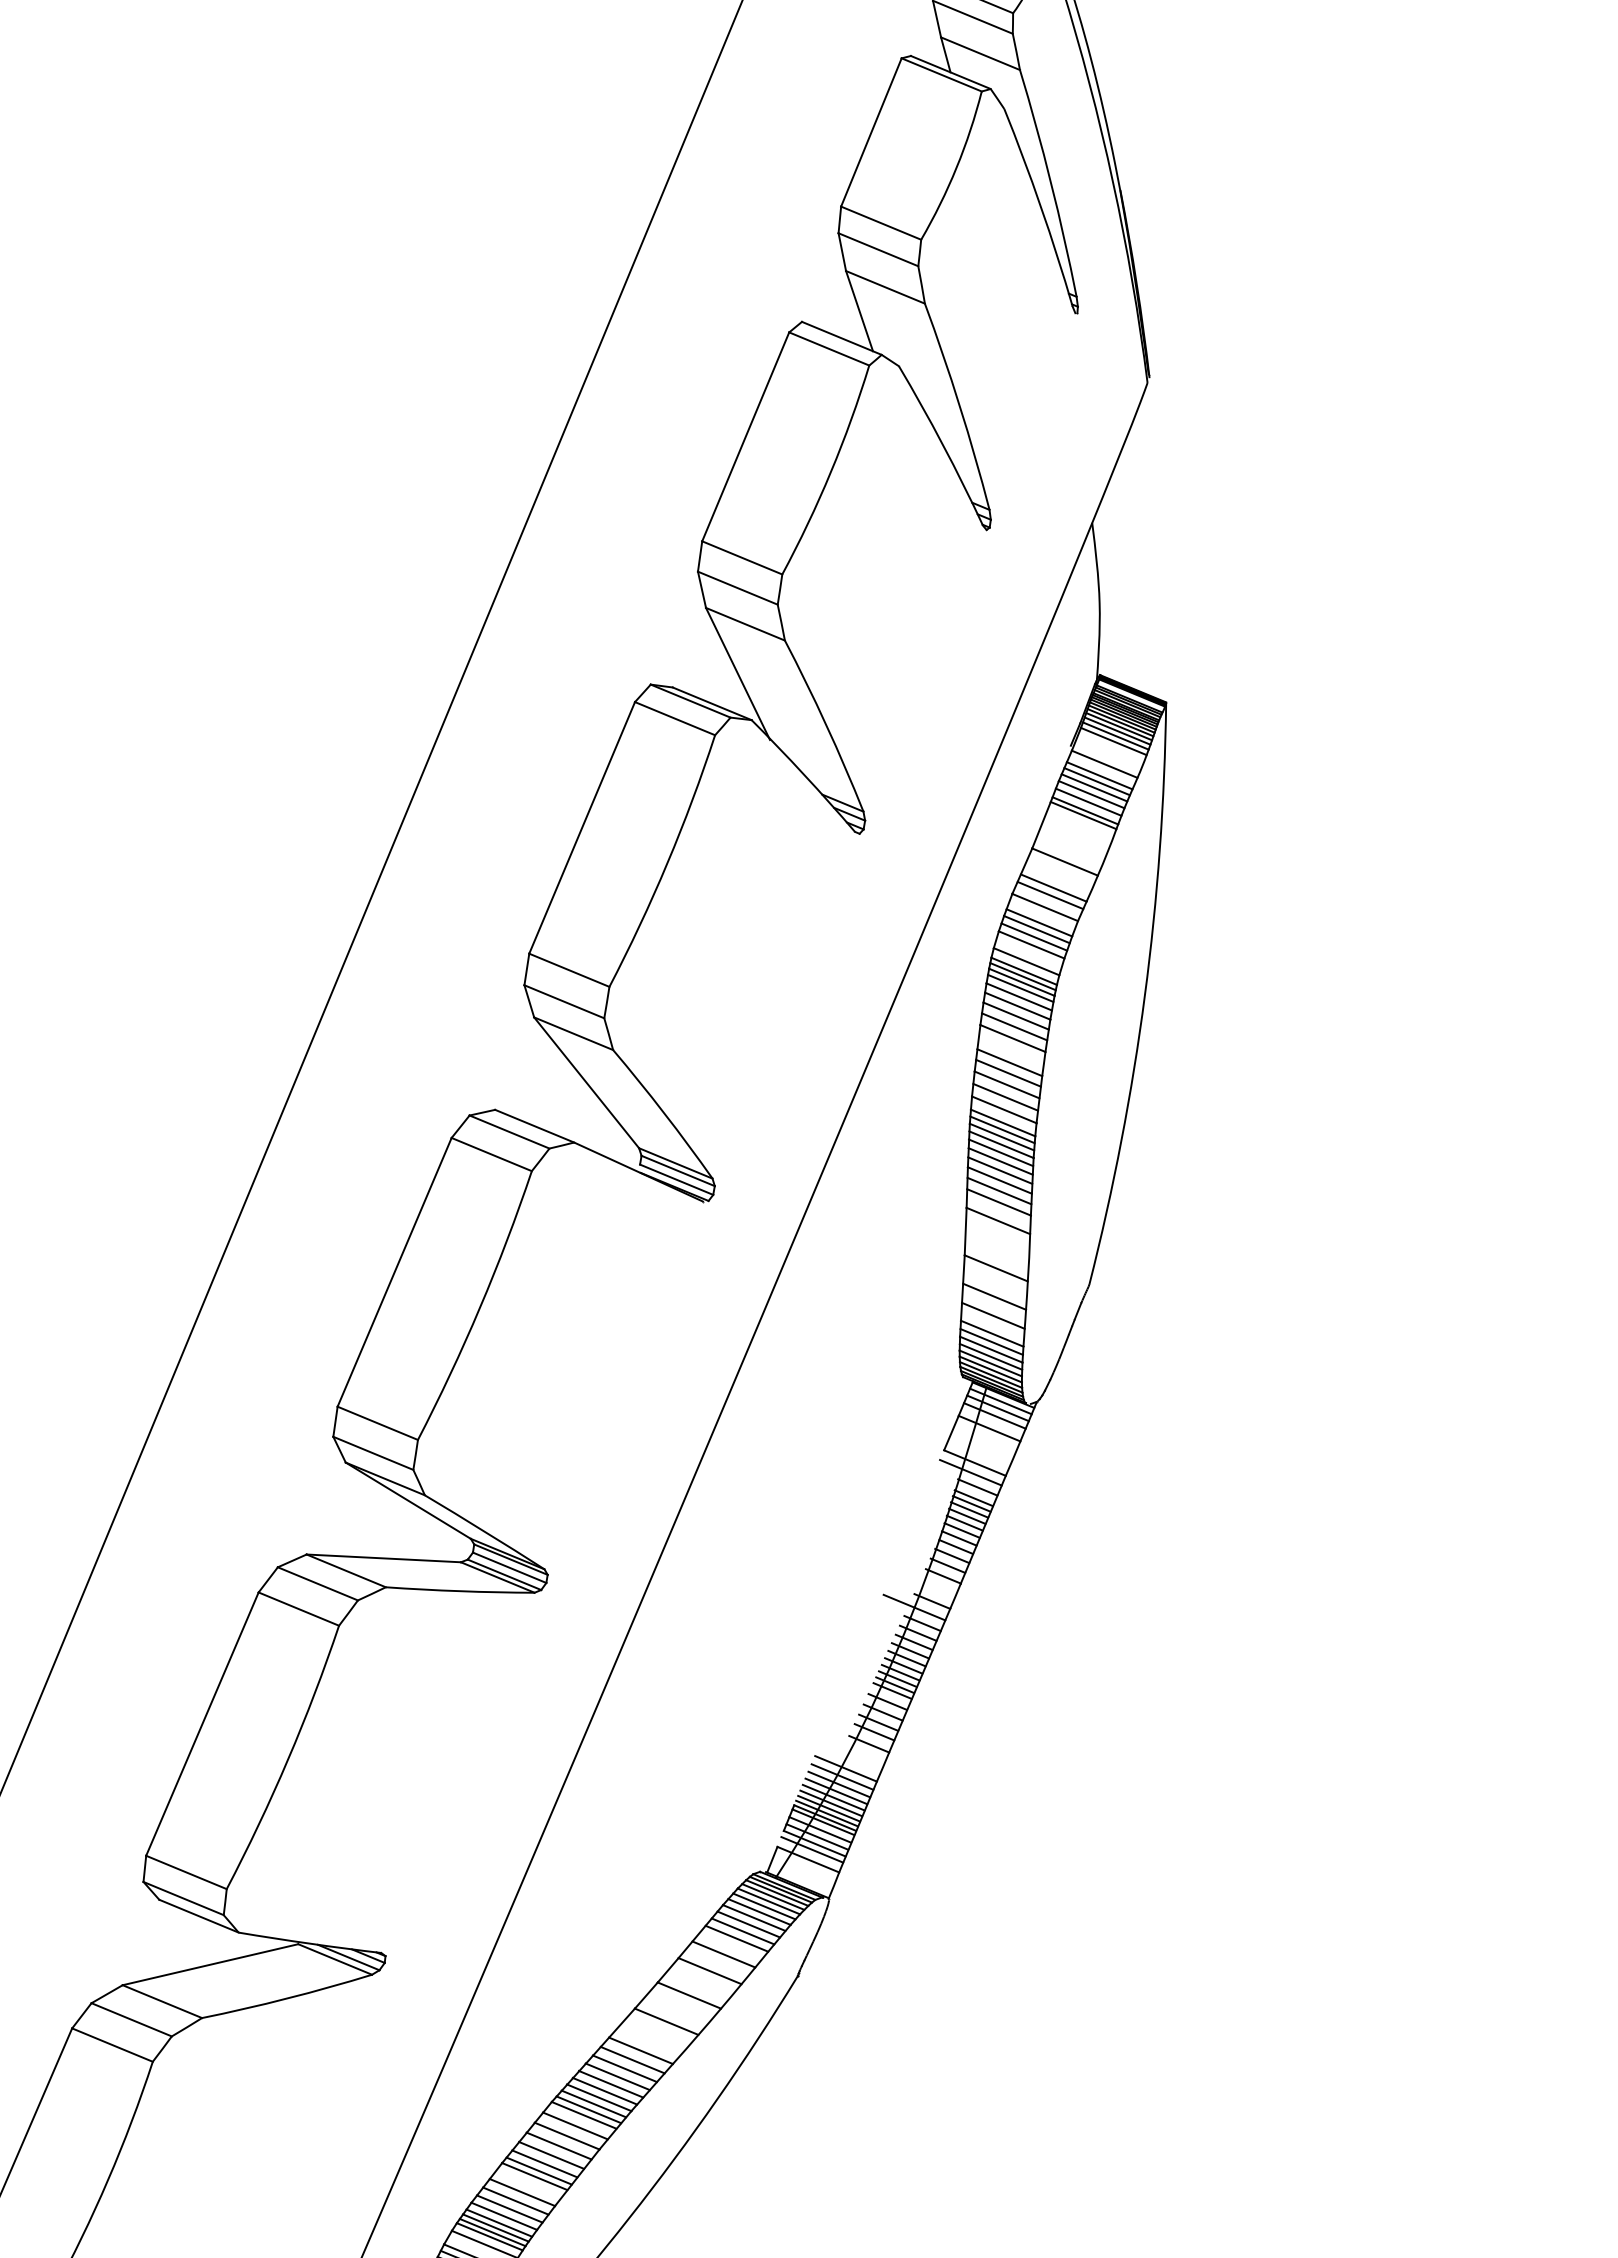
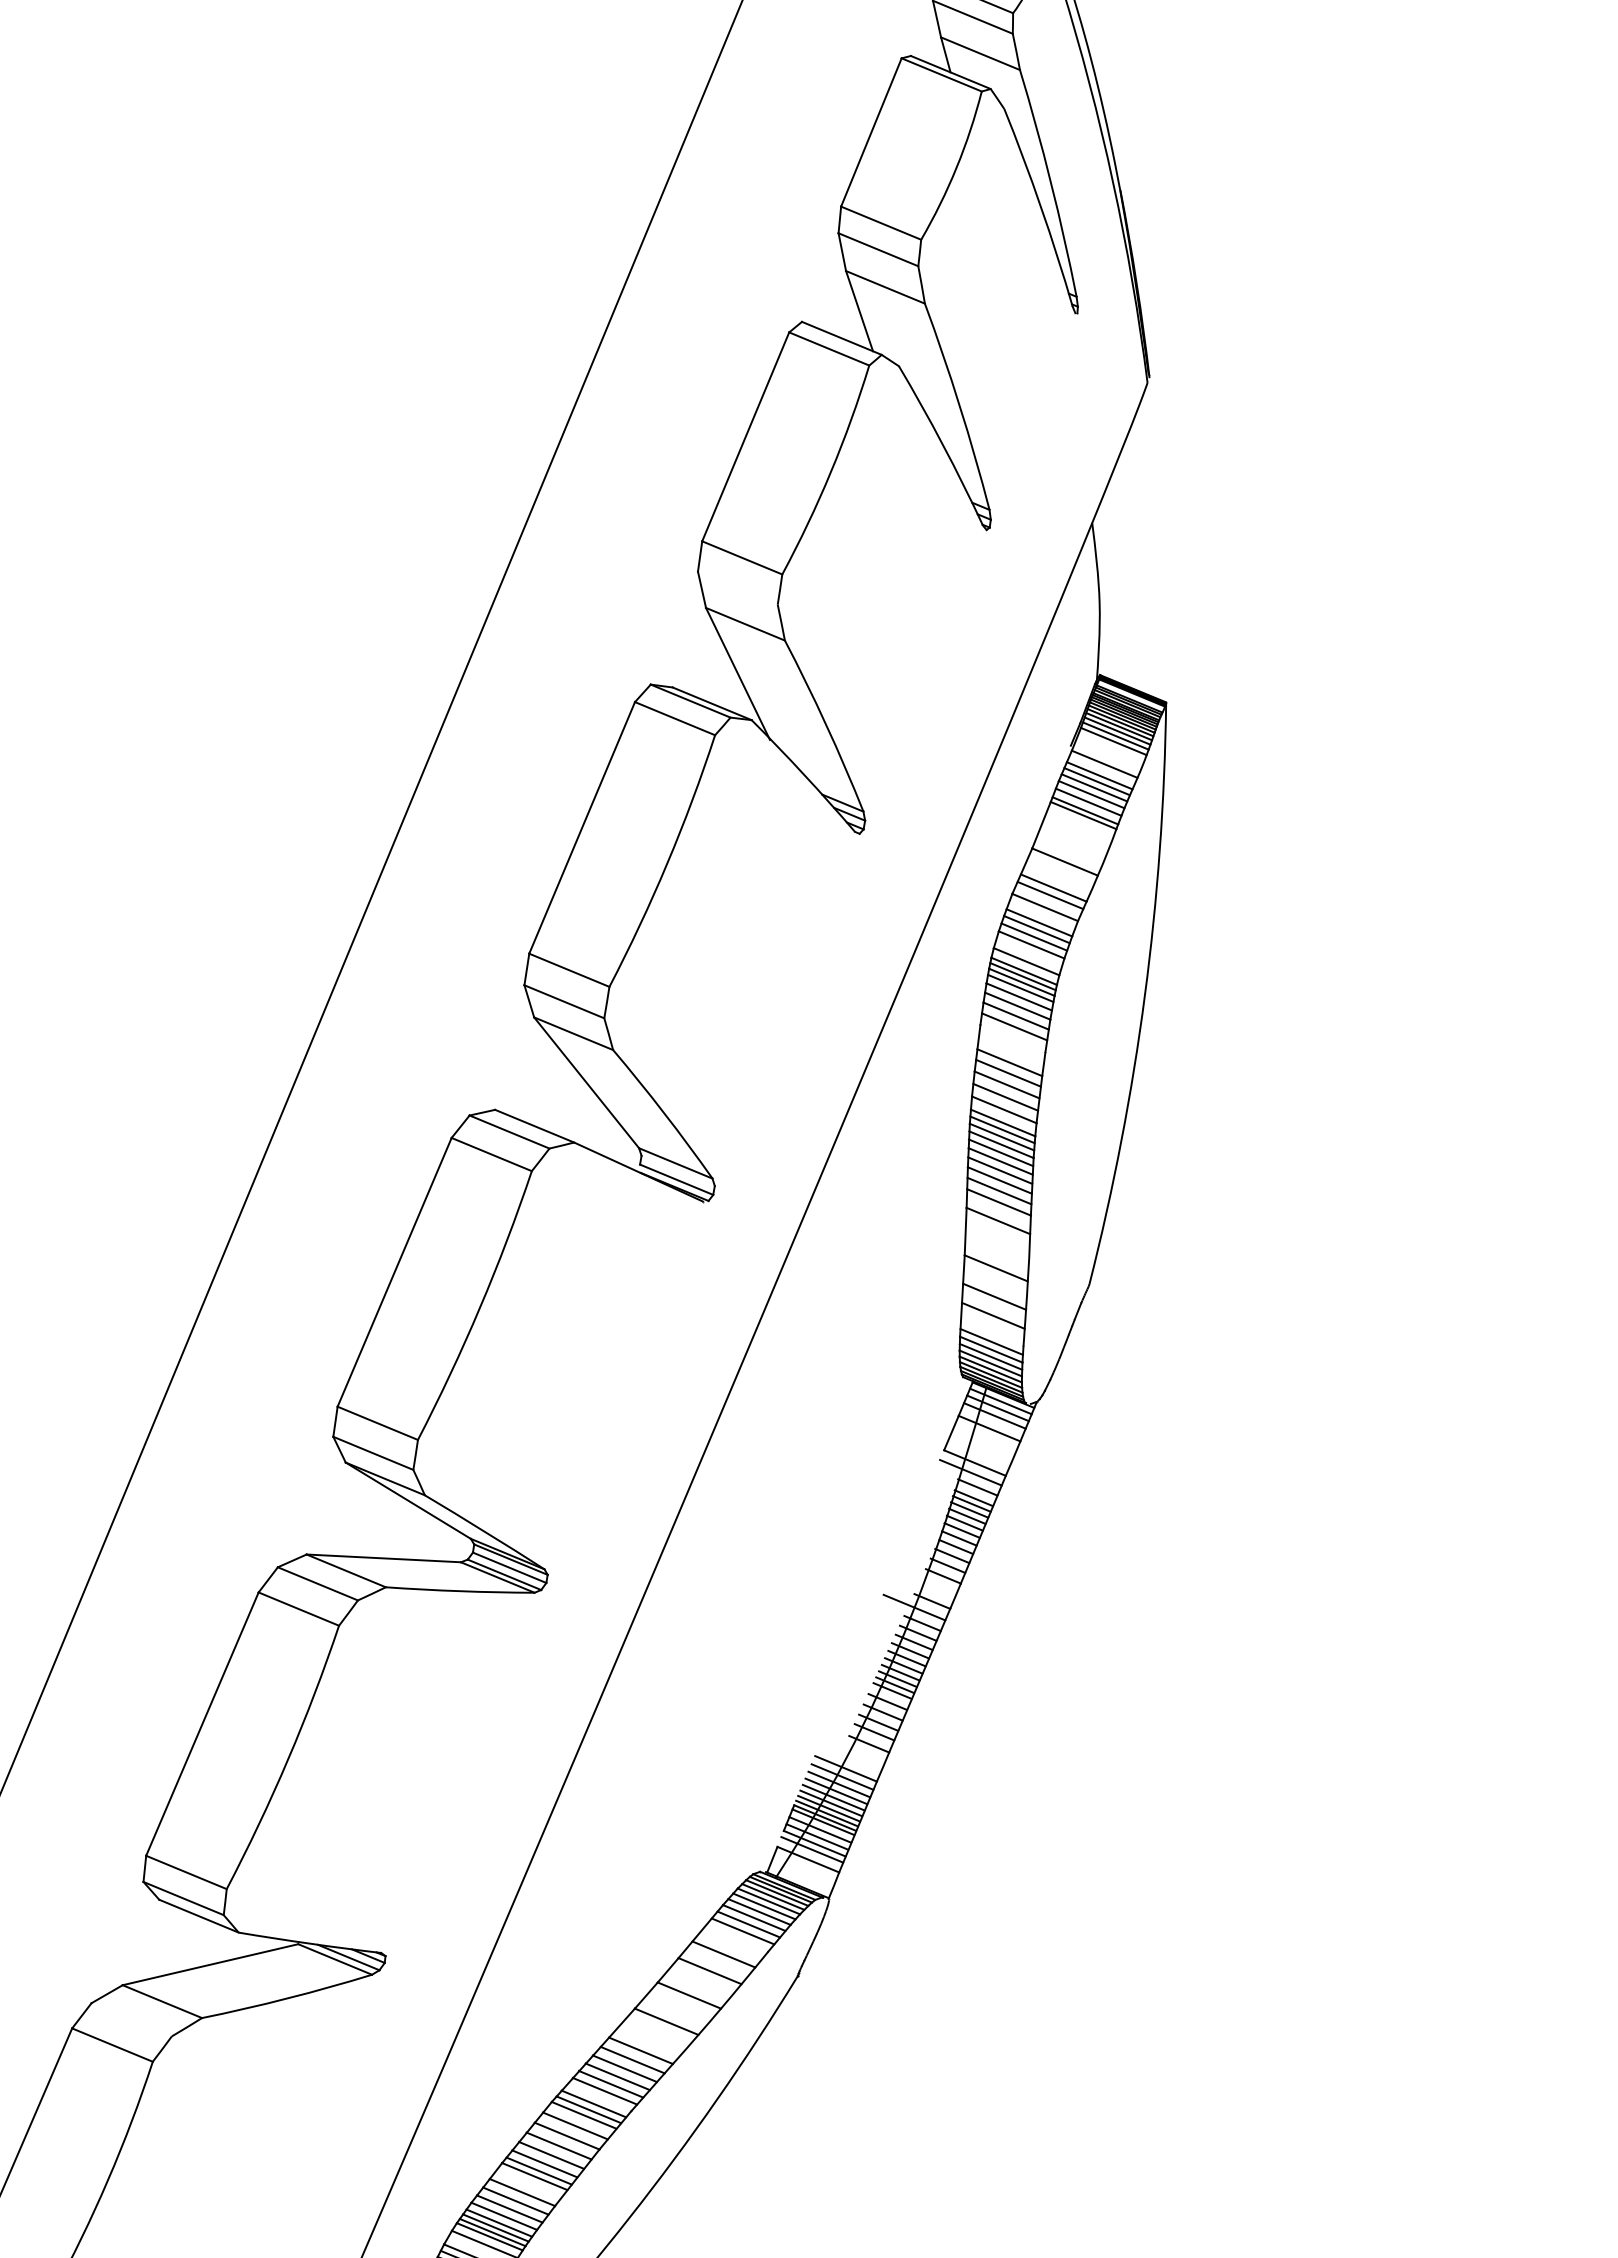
line at (737, 587): present -> none
line at (1012, 1038): present -> none
line at (677, 1170): present -> none
line at (991, 1333): present -> none
line at (736, 1938): present -> none
line at (131, 2019): present -> none
line at (598, 2097): present -> none
